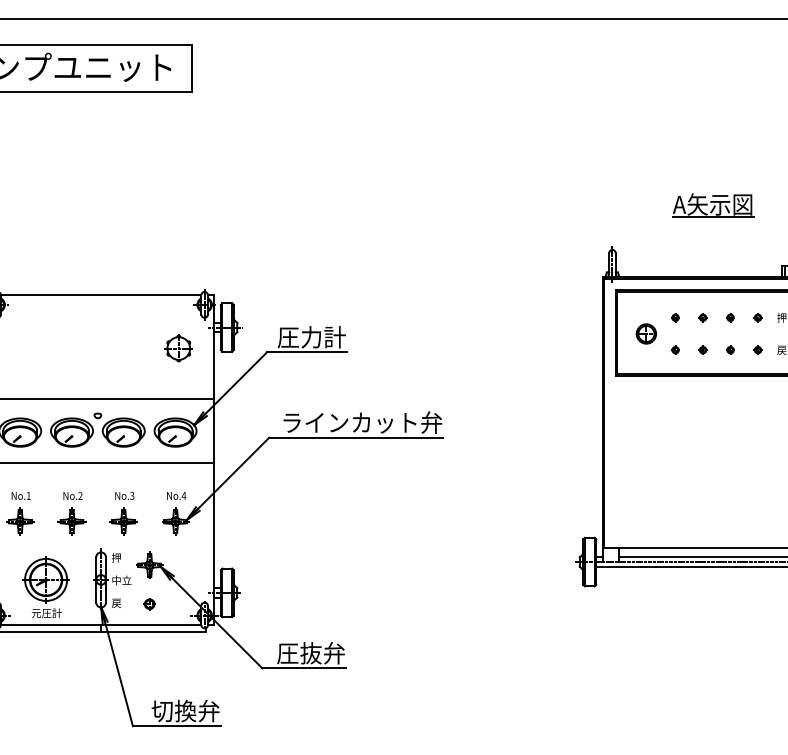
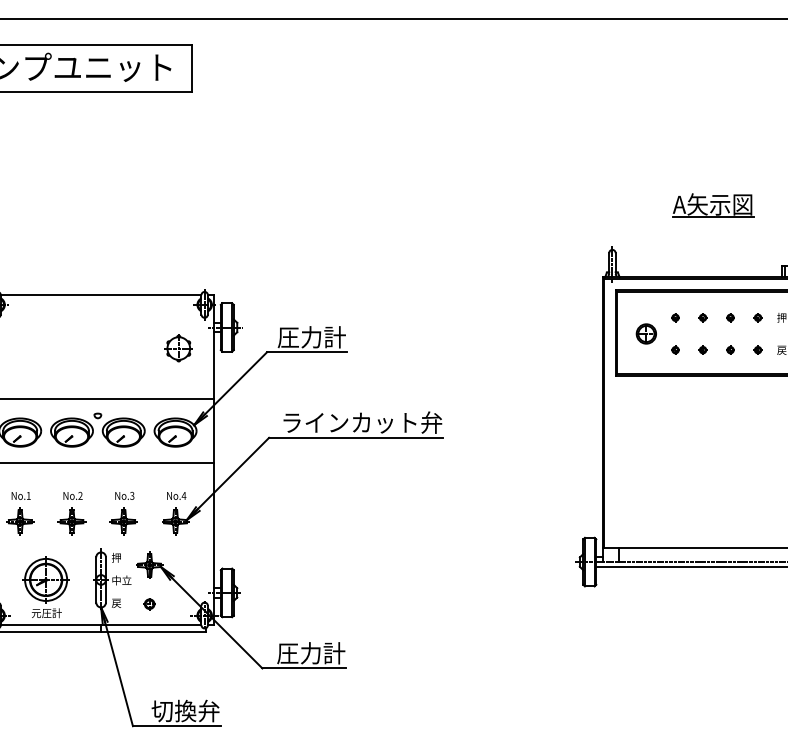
line at (701, 557): present -> none
text at (322, 653): 圧抜弁 -> 圧力計
